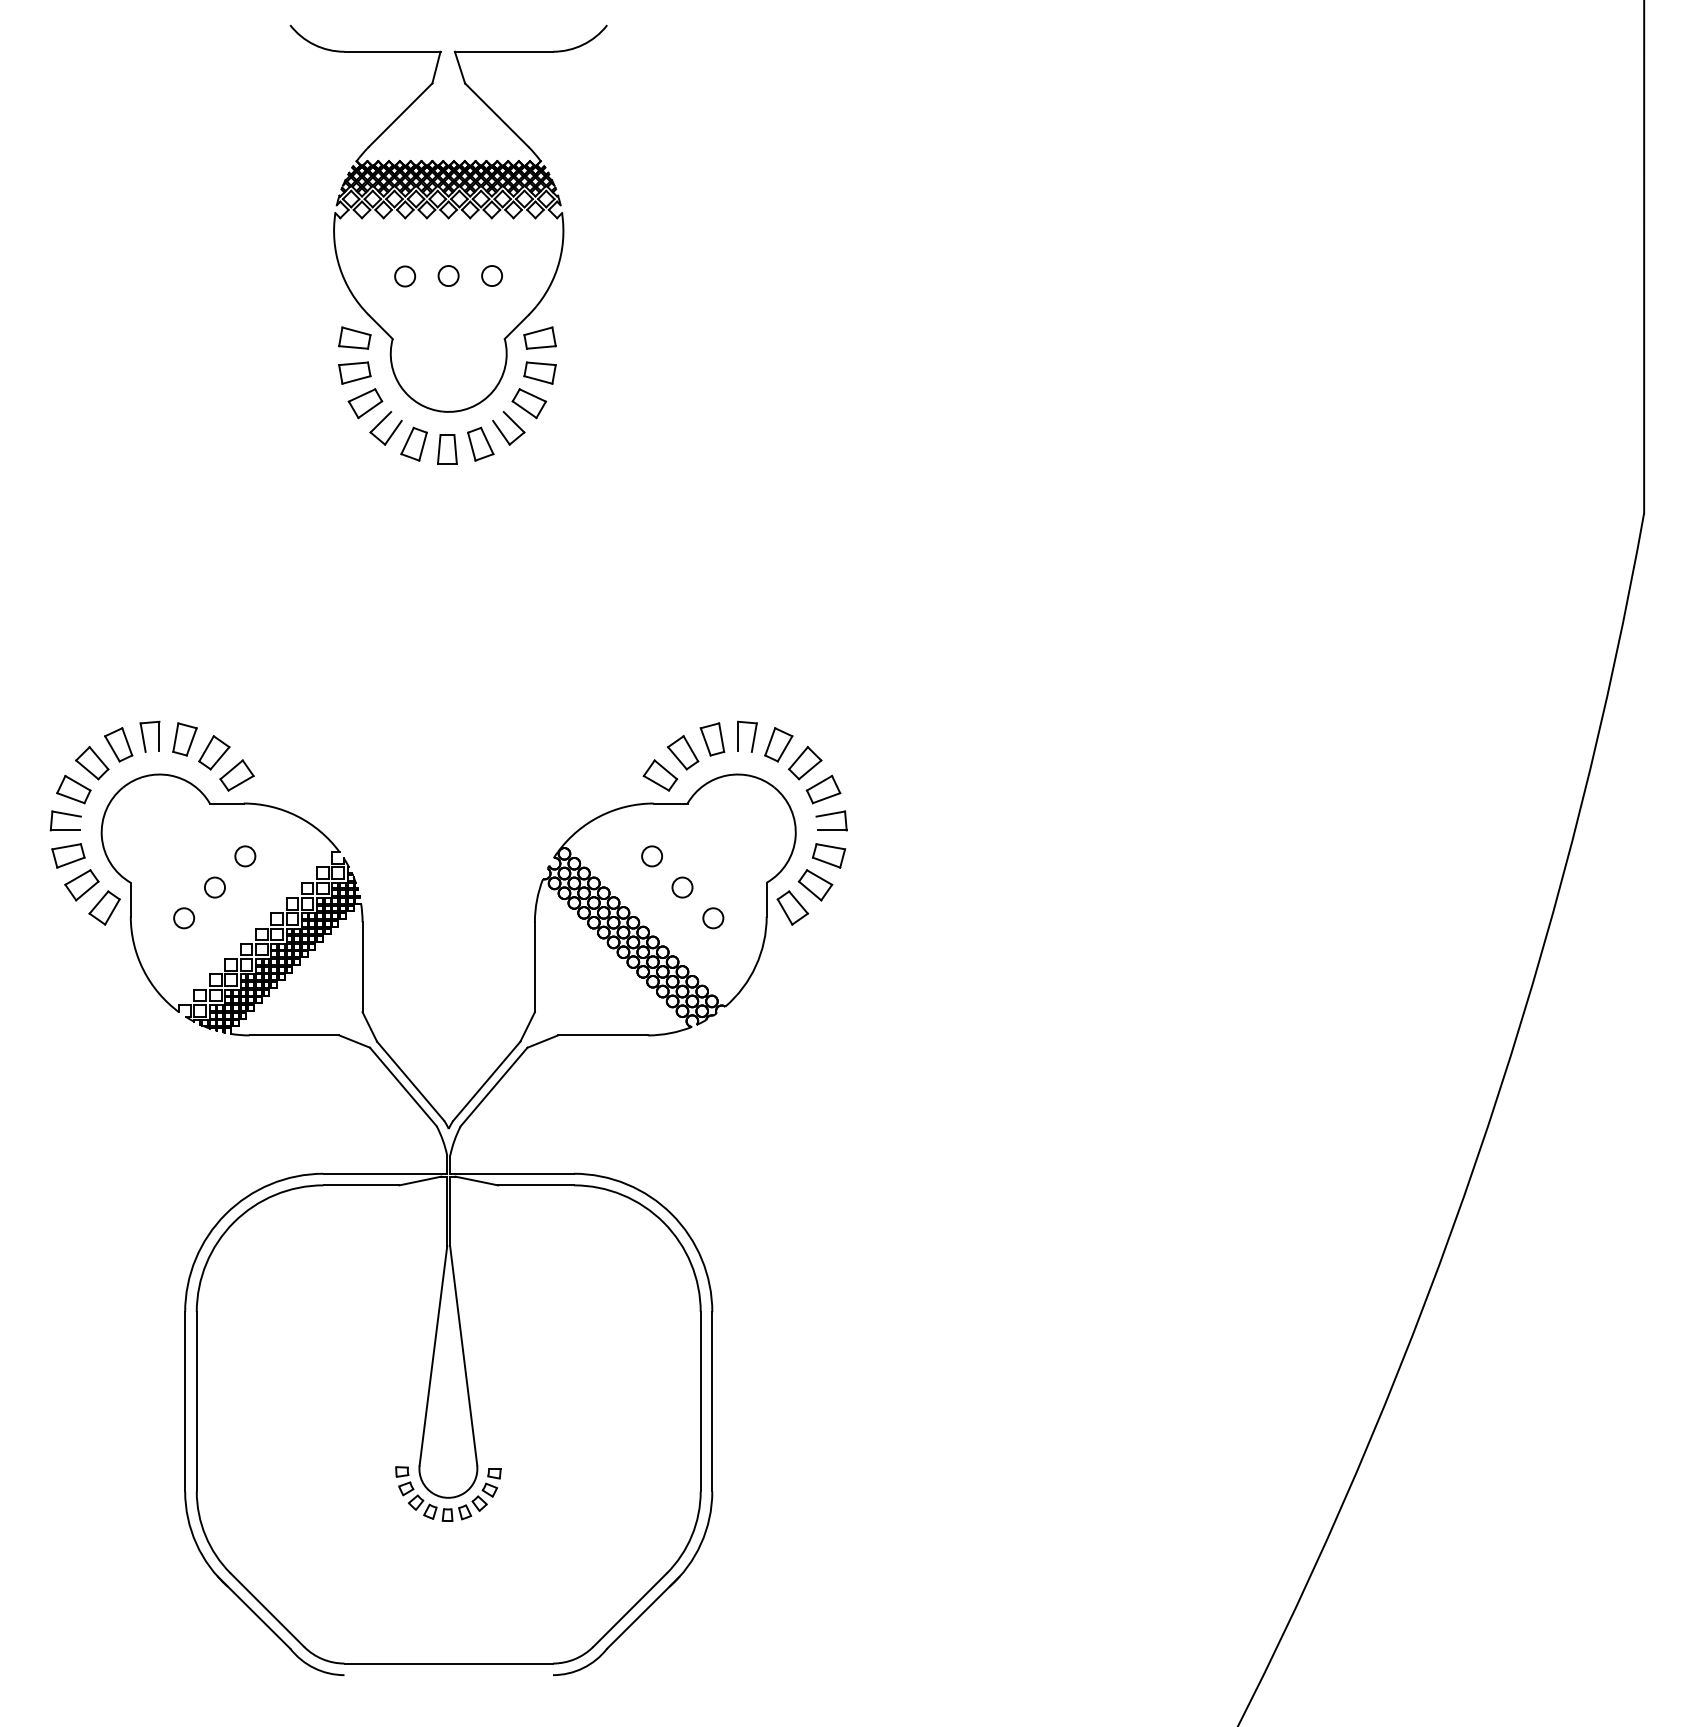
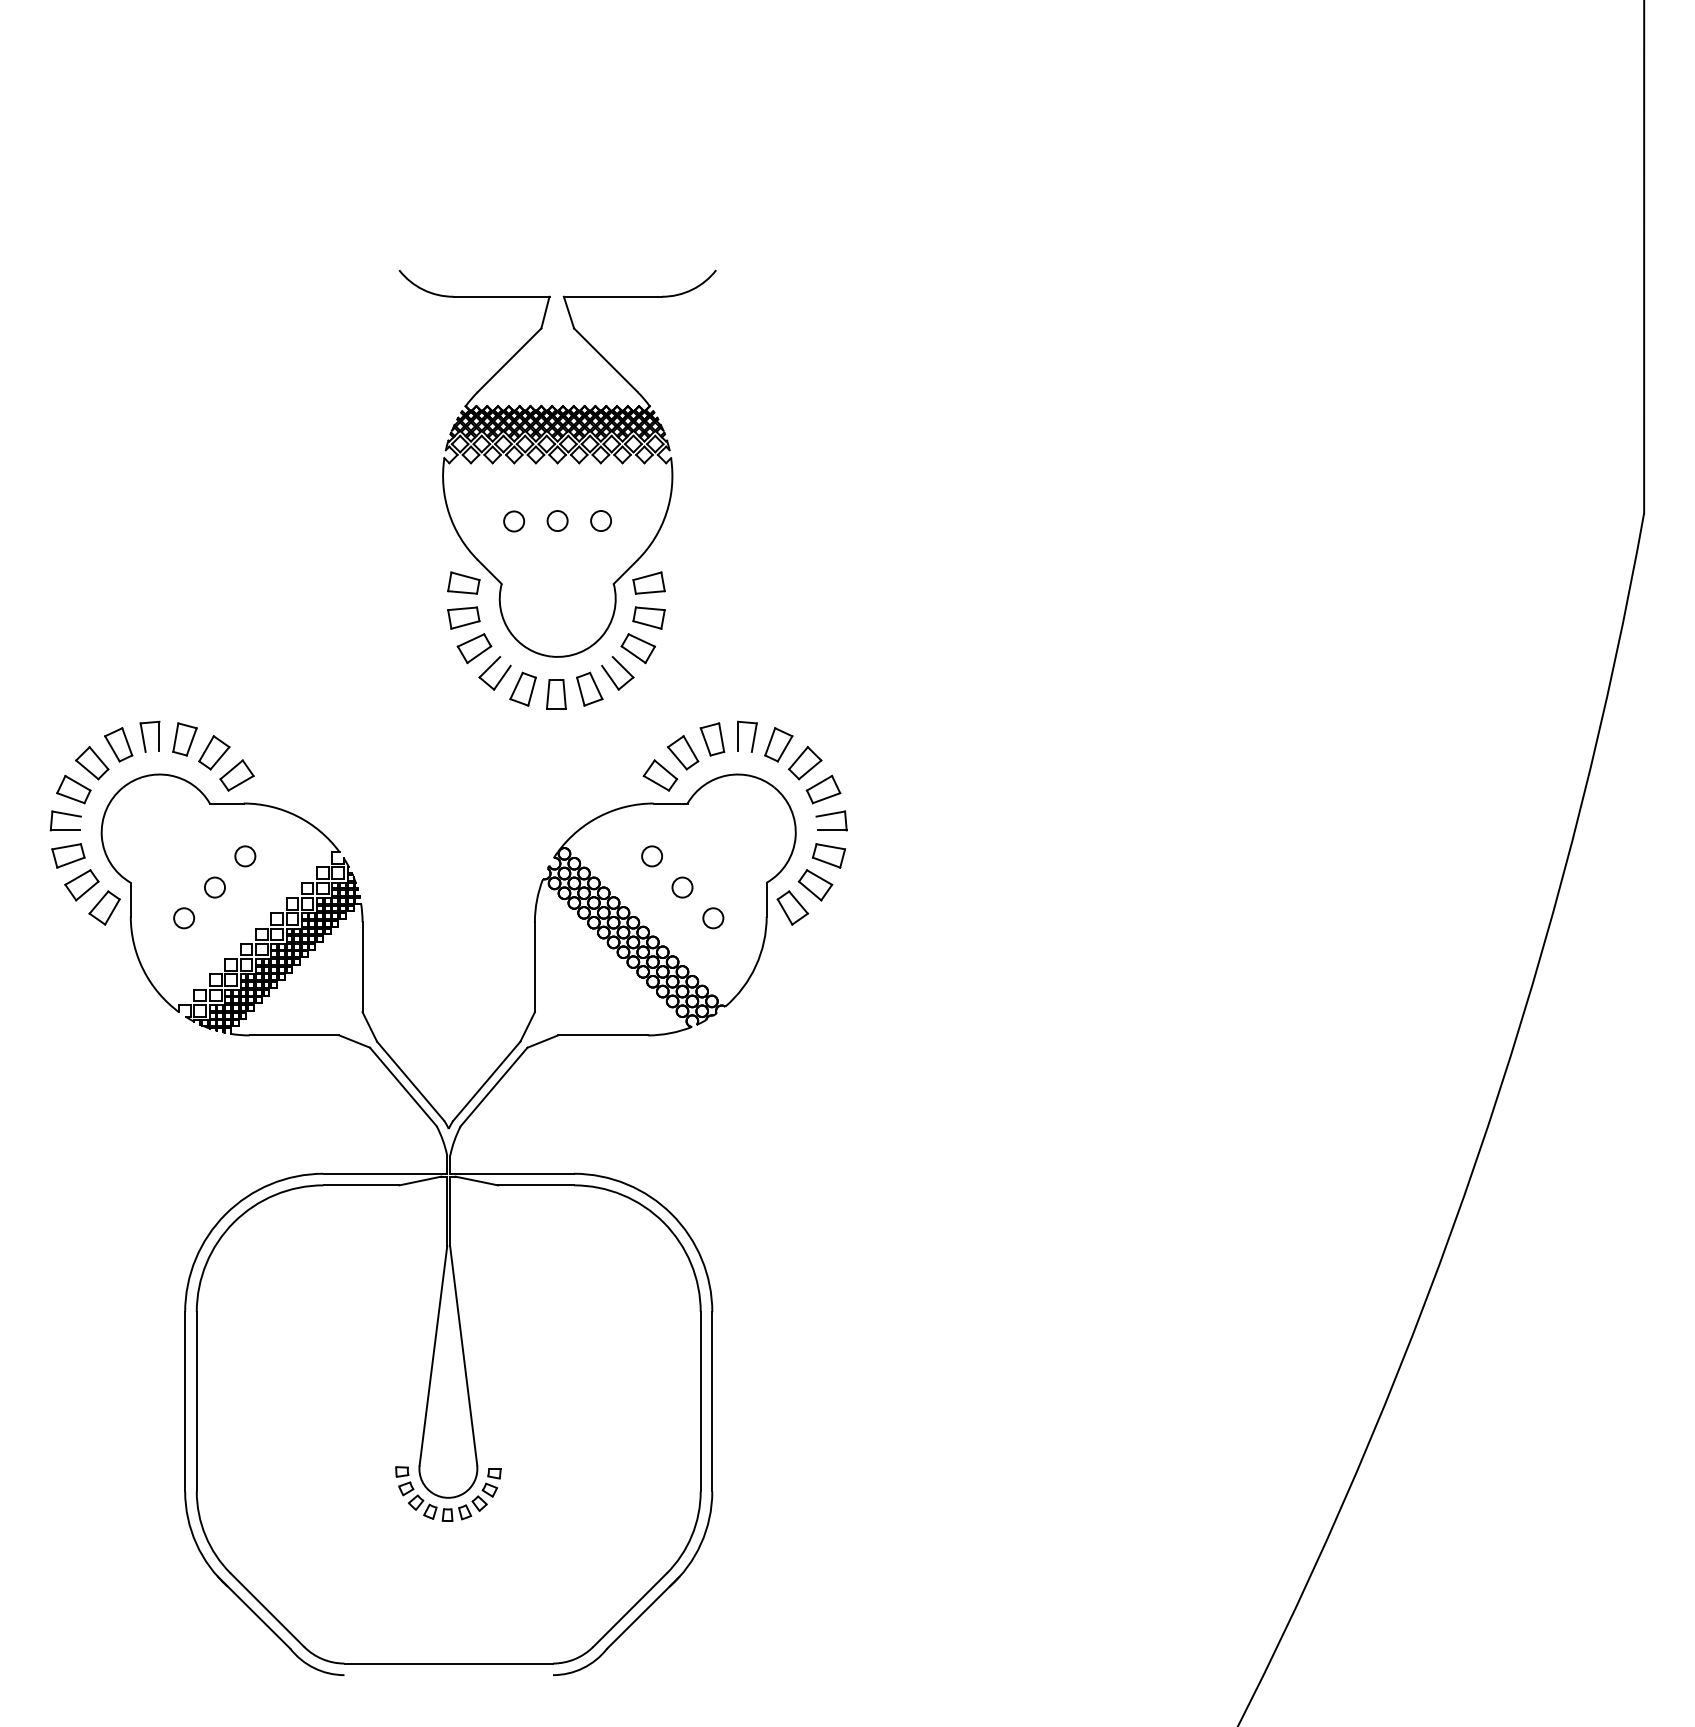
part at (448, 244) position: (448, 244) -> (557, 489)
